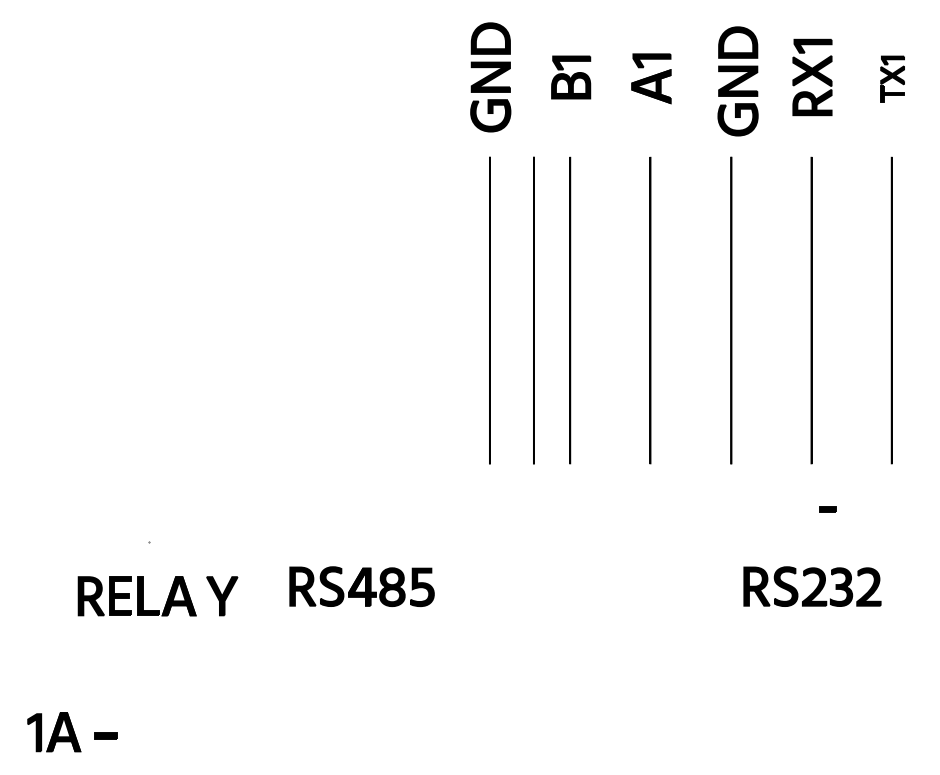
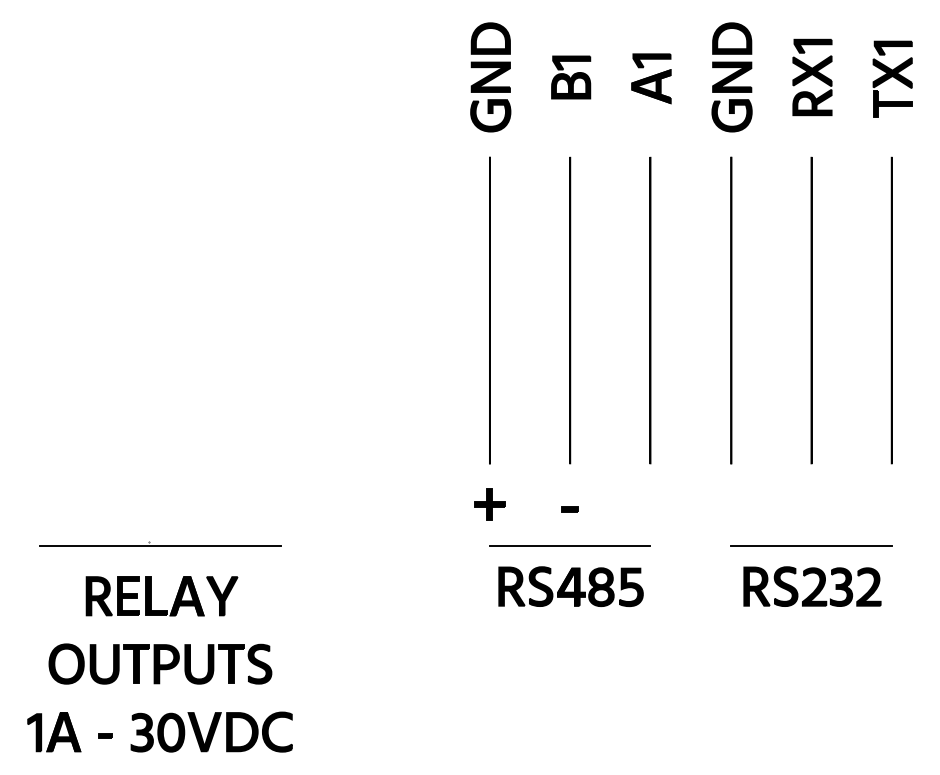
part at (892, 78) size: 25x48 px -> 41x78 px
part at (737, 81) position: (737, 81) -> (731, 77)
line at (533, 310): present -> none
part at (489, 504): none -> present
part at (827, 509) position: (827, 509) -> (569, 509)
line at (160, 545): none -> present
line at (569, 545): none -> present
line at (811, 545): none -> present
part at (361, 586) position: (361, 586) -> (570, 586)
part at (136, 596) position: (136, 596) -> (144, 596)
part at (160, 663): none -> present
part at (211, 731): none -> present
part at (105, 735) size: 24x8 px -> 15x6 px
